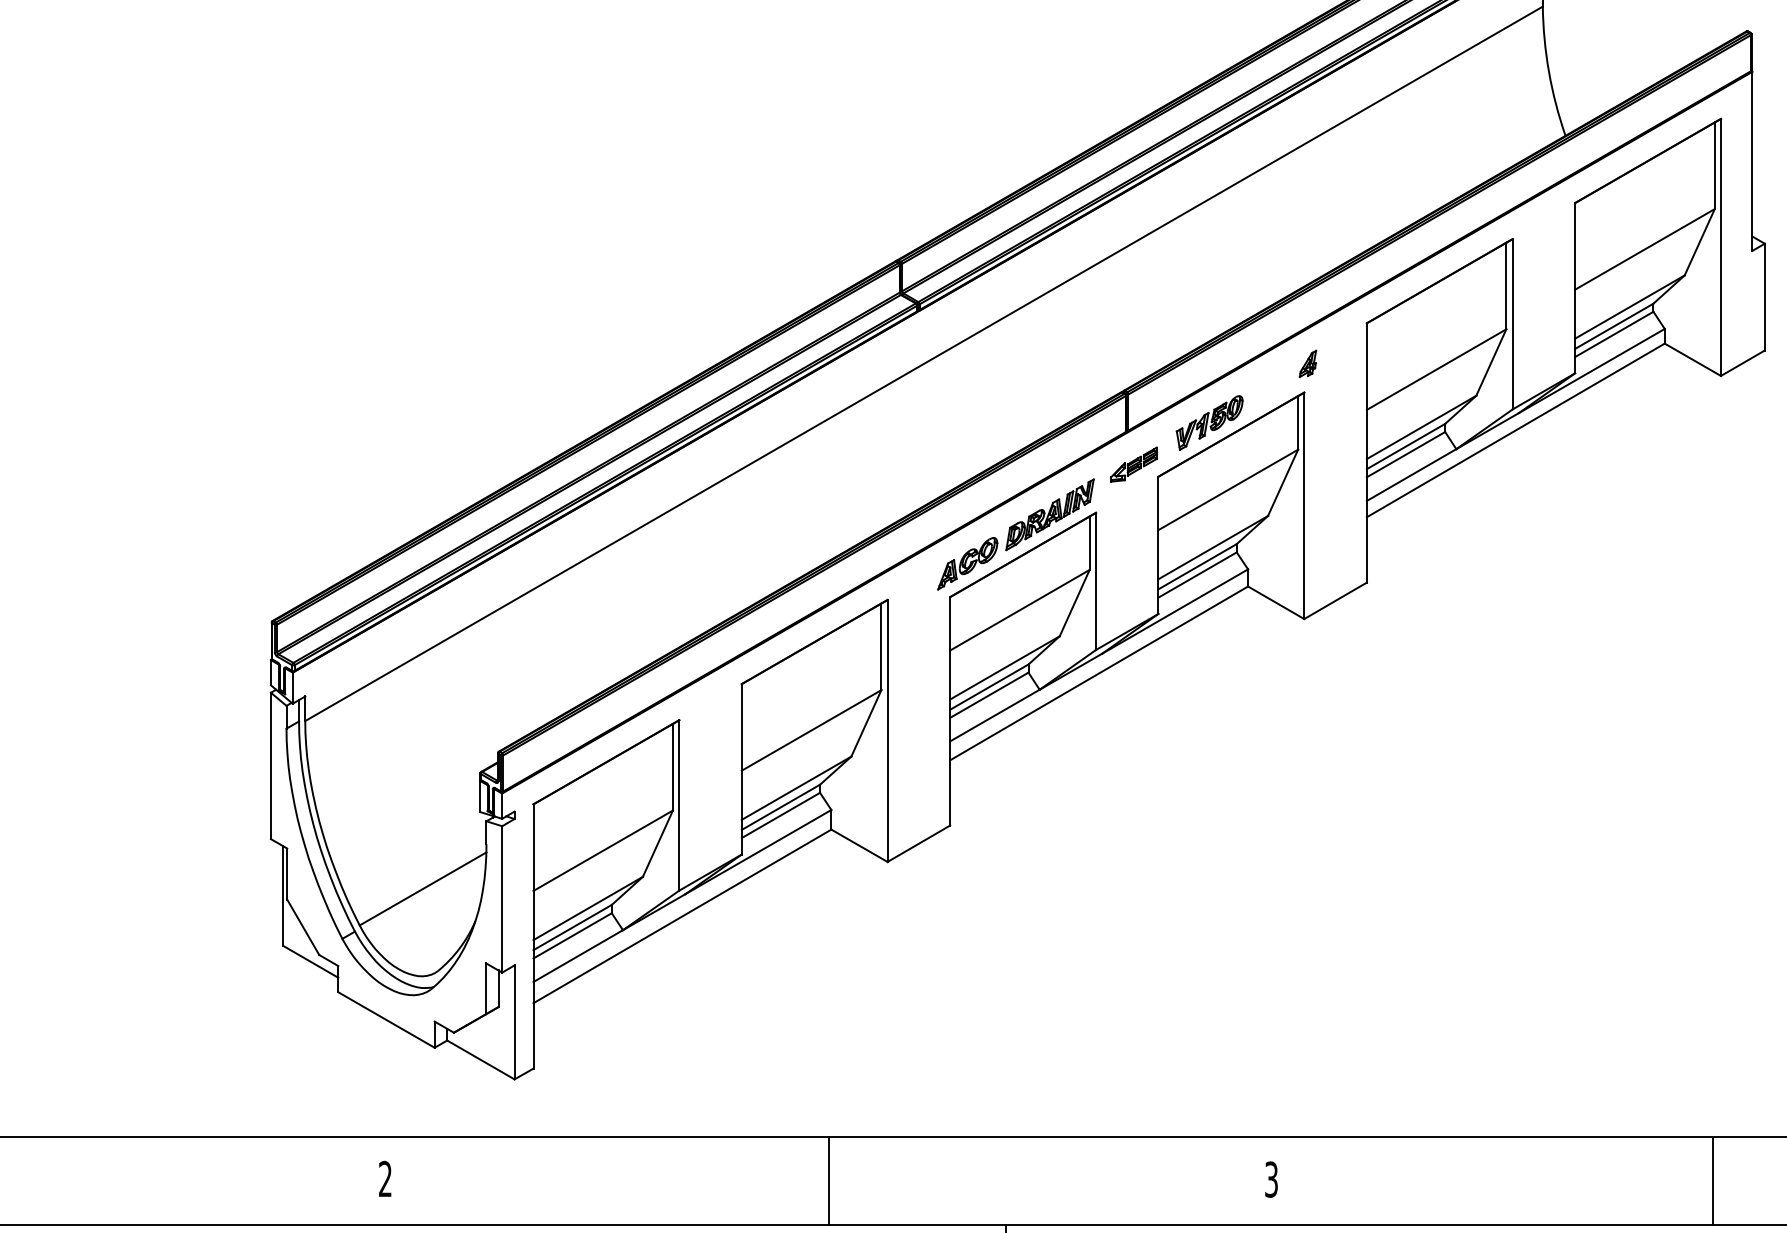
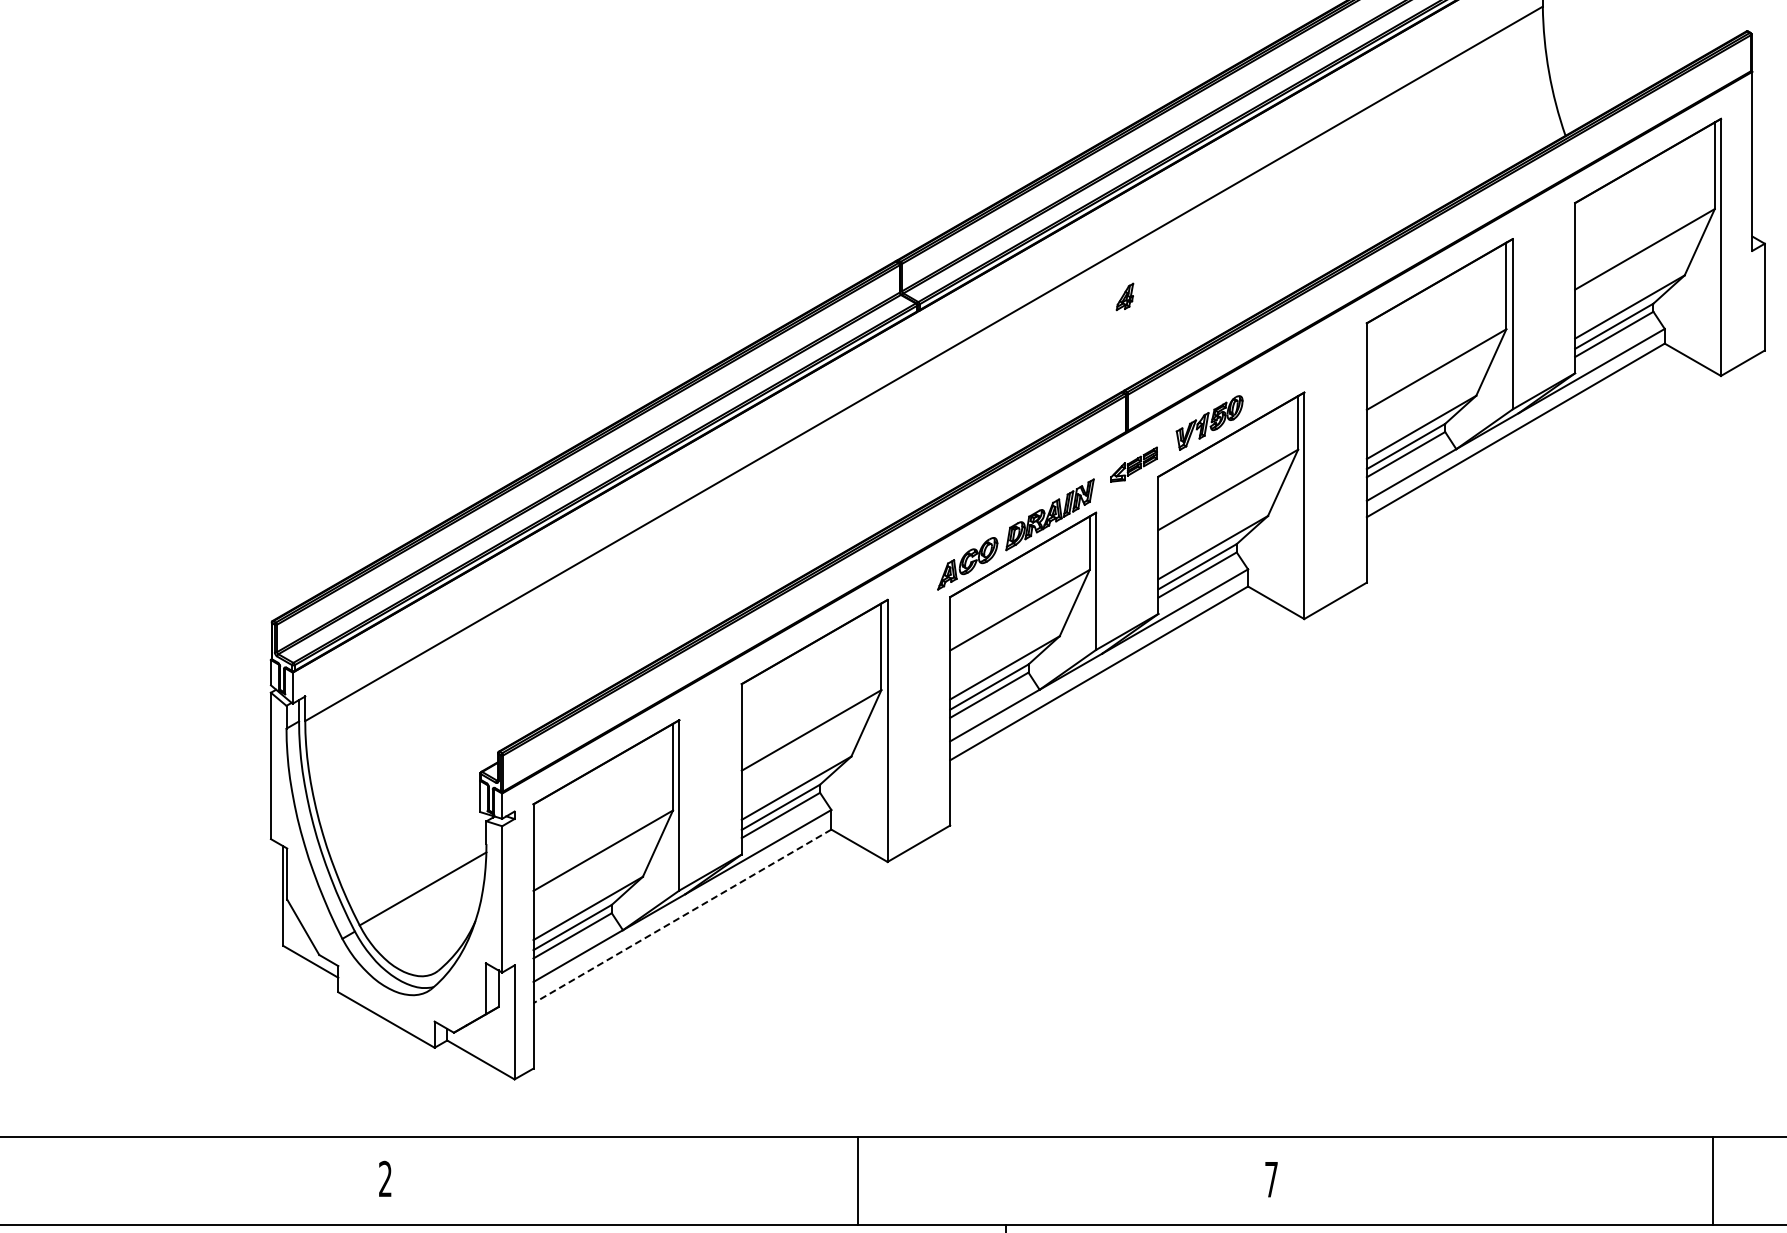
part at (1307, 363) position: (1307, 363) -> (1124, 296)
line at (682, 916): solid -> dashed
text at (1271, 1179): 3 -> 7
line at (828, 1180) position: (828, 1180) -> (857, 1180)
